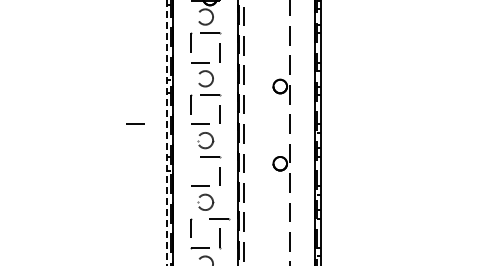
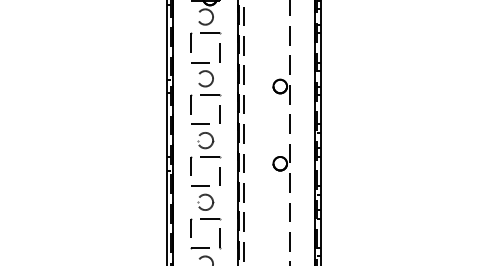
line at (135, 123): present -> none
line at (166, 132): dashed -> solid
line at (191, 165): none -> present
line at (219, 219) position: (219, 219) -> (210, 219)
